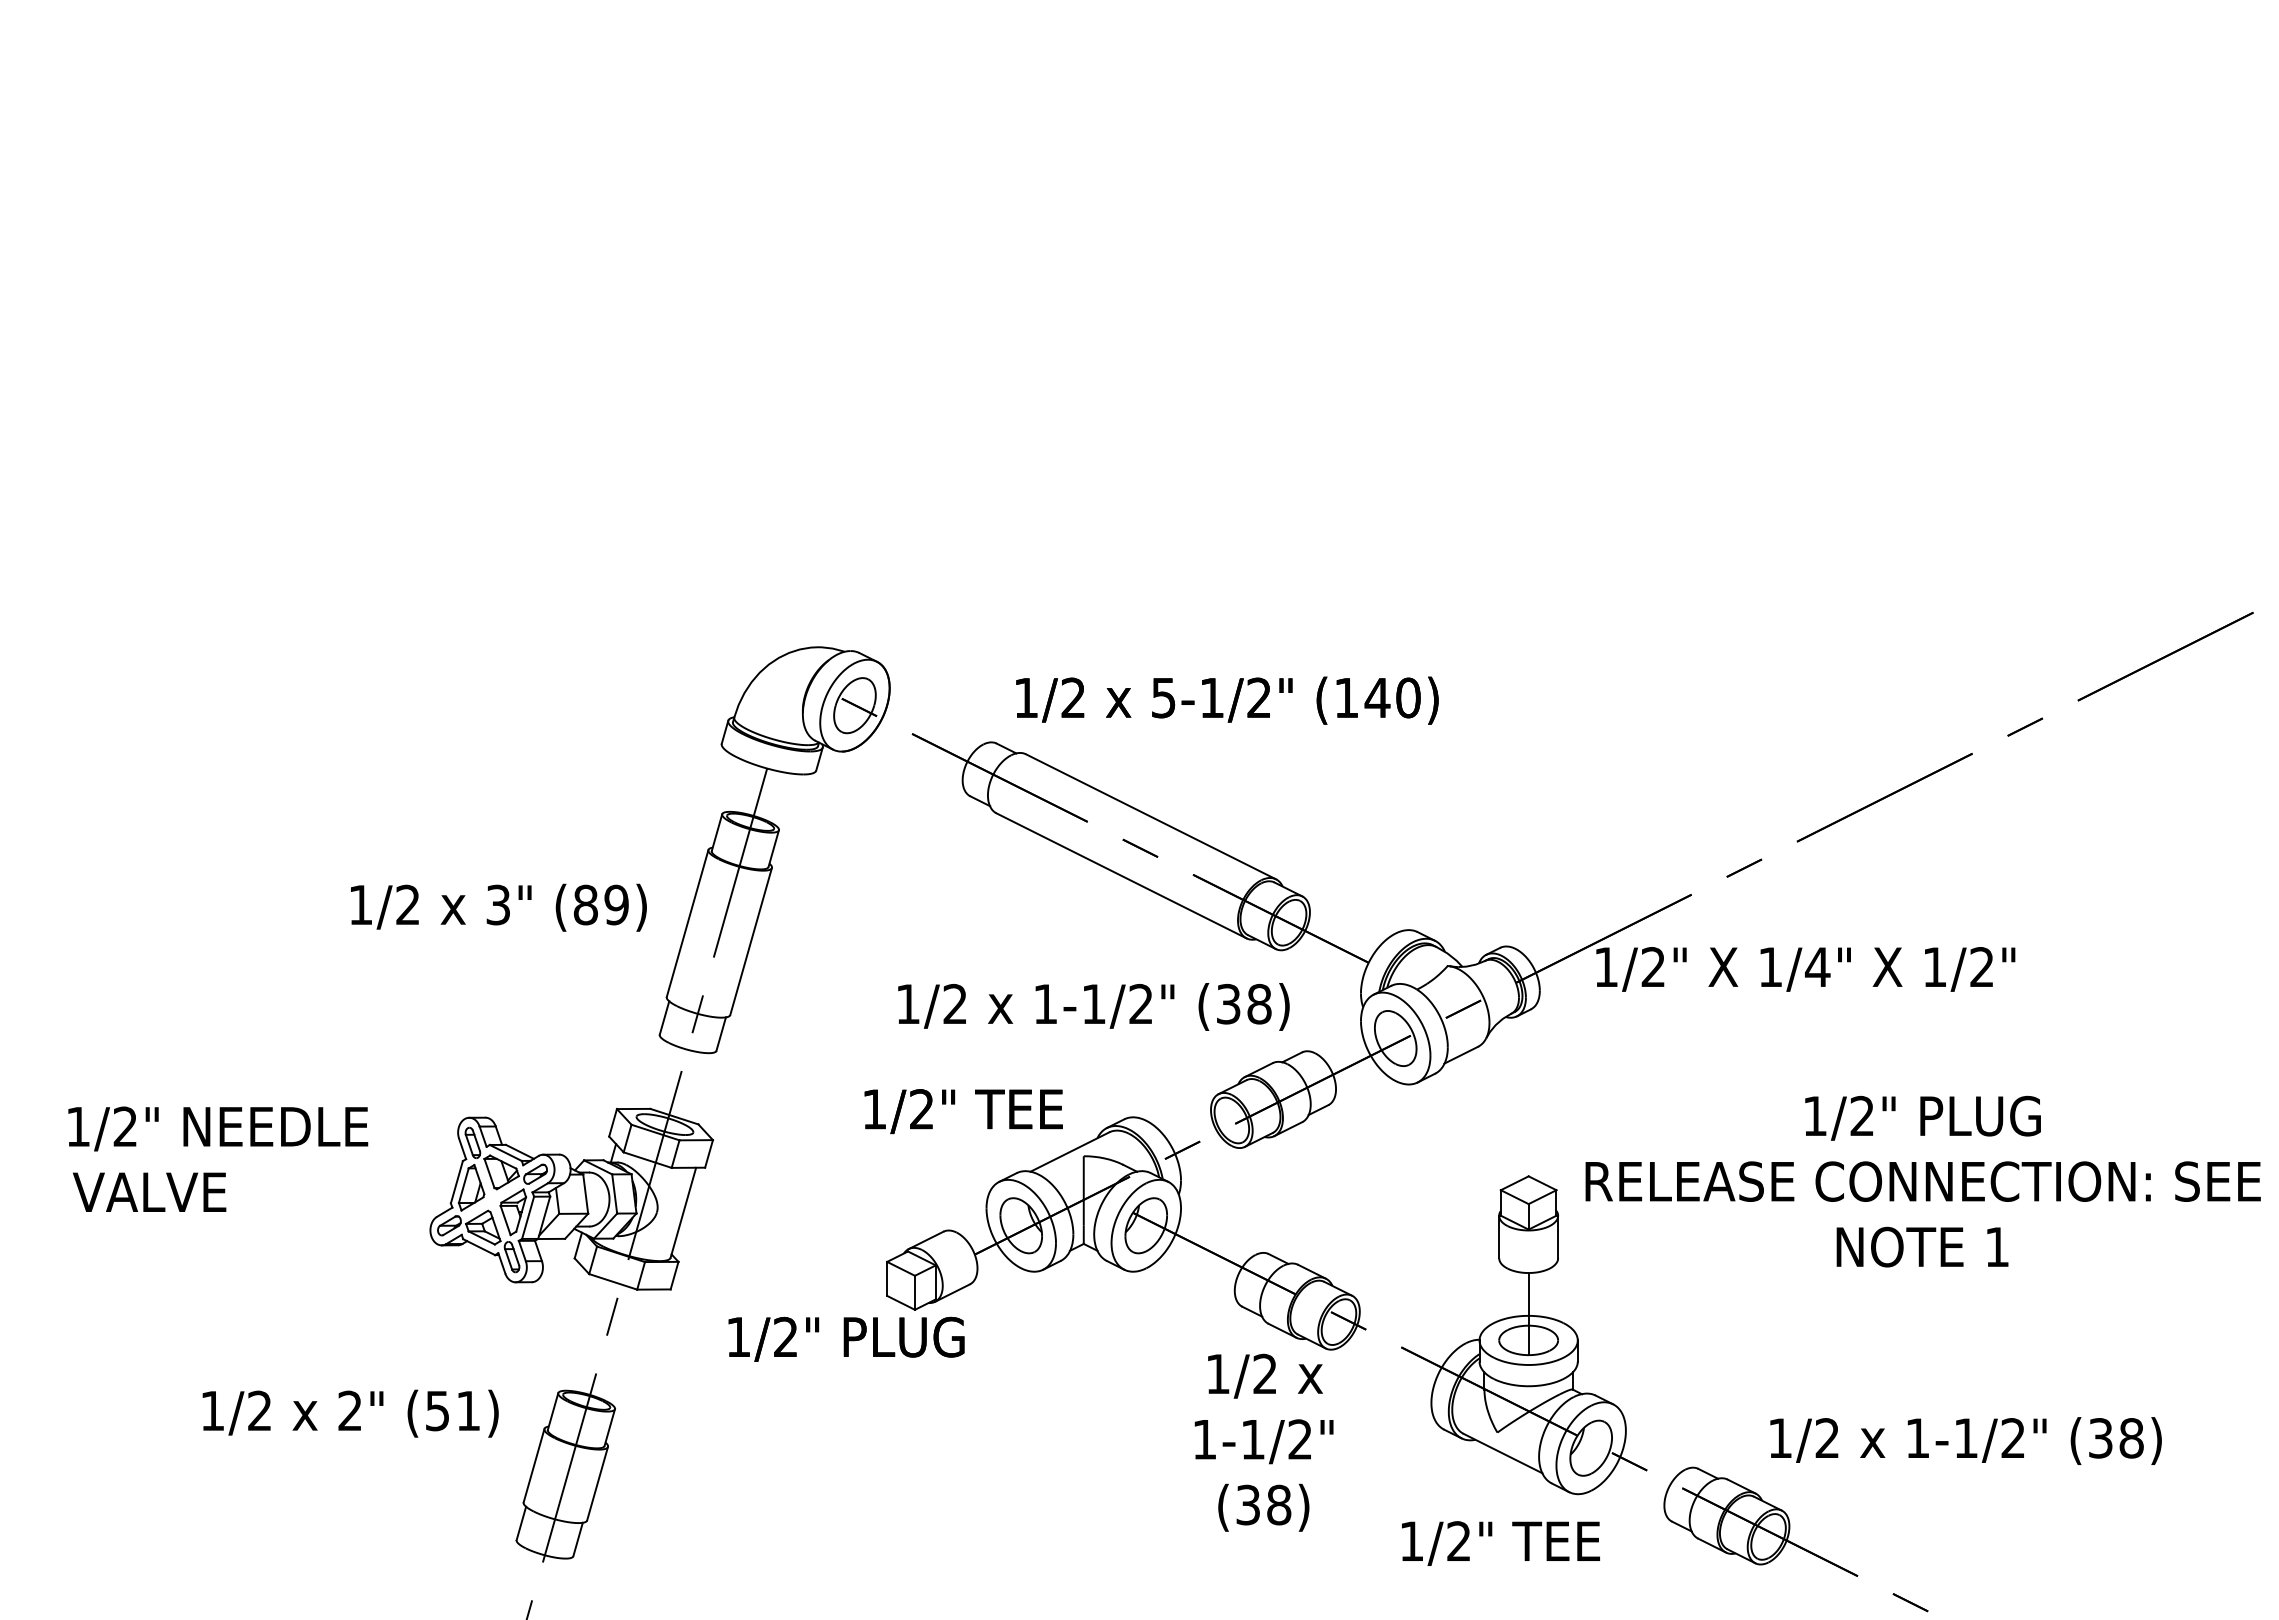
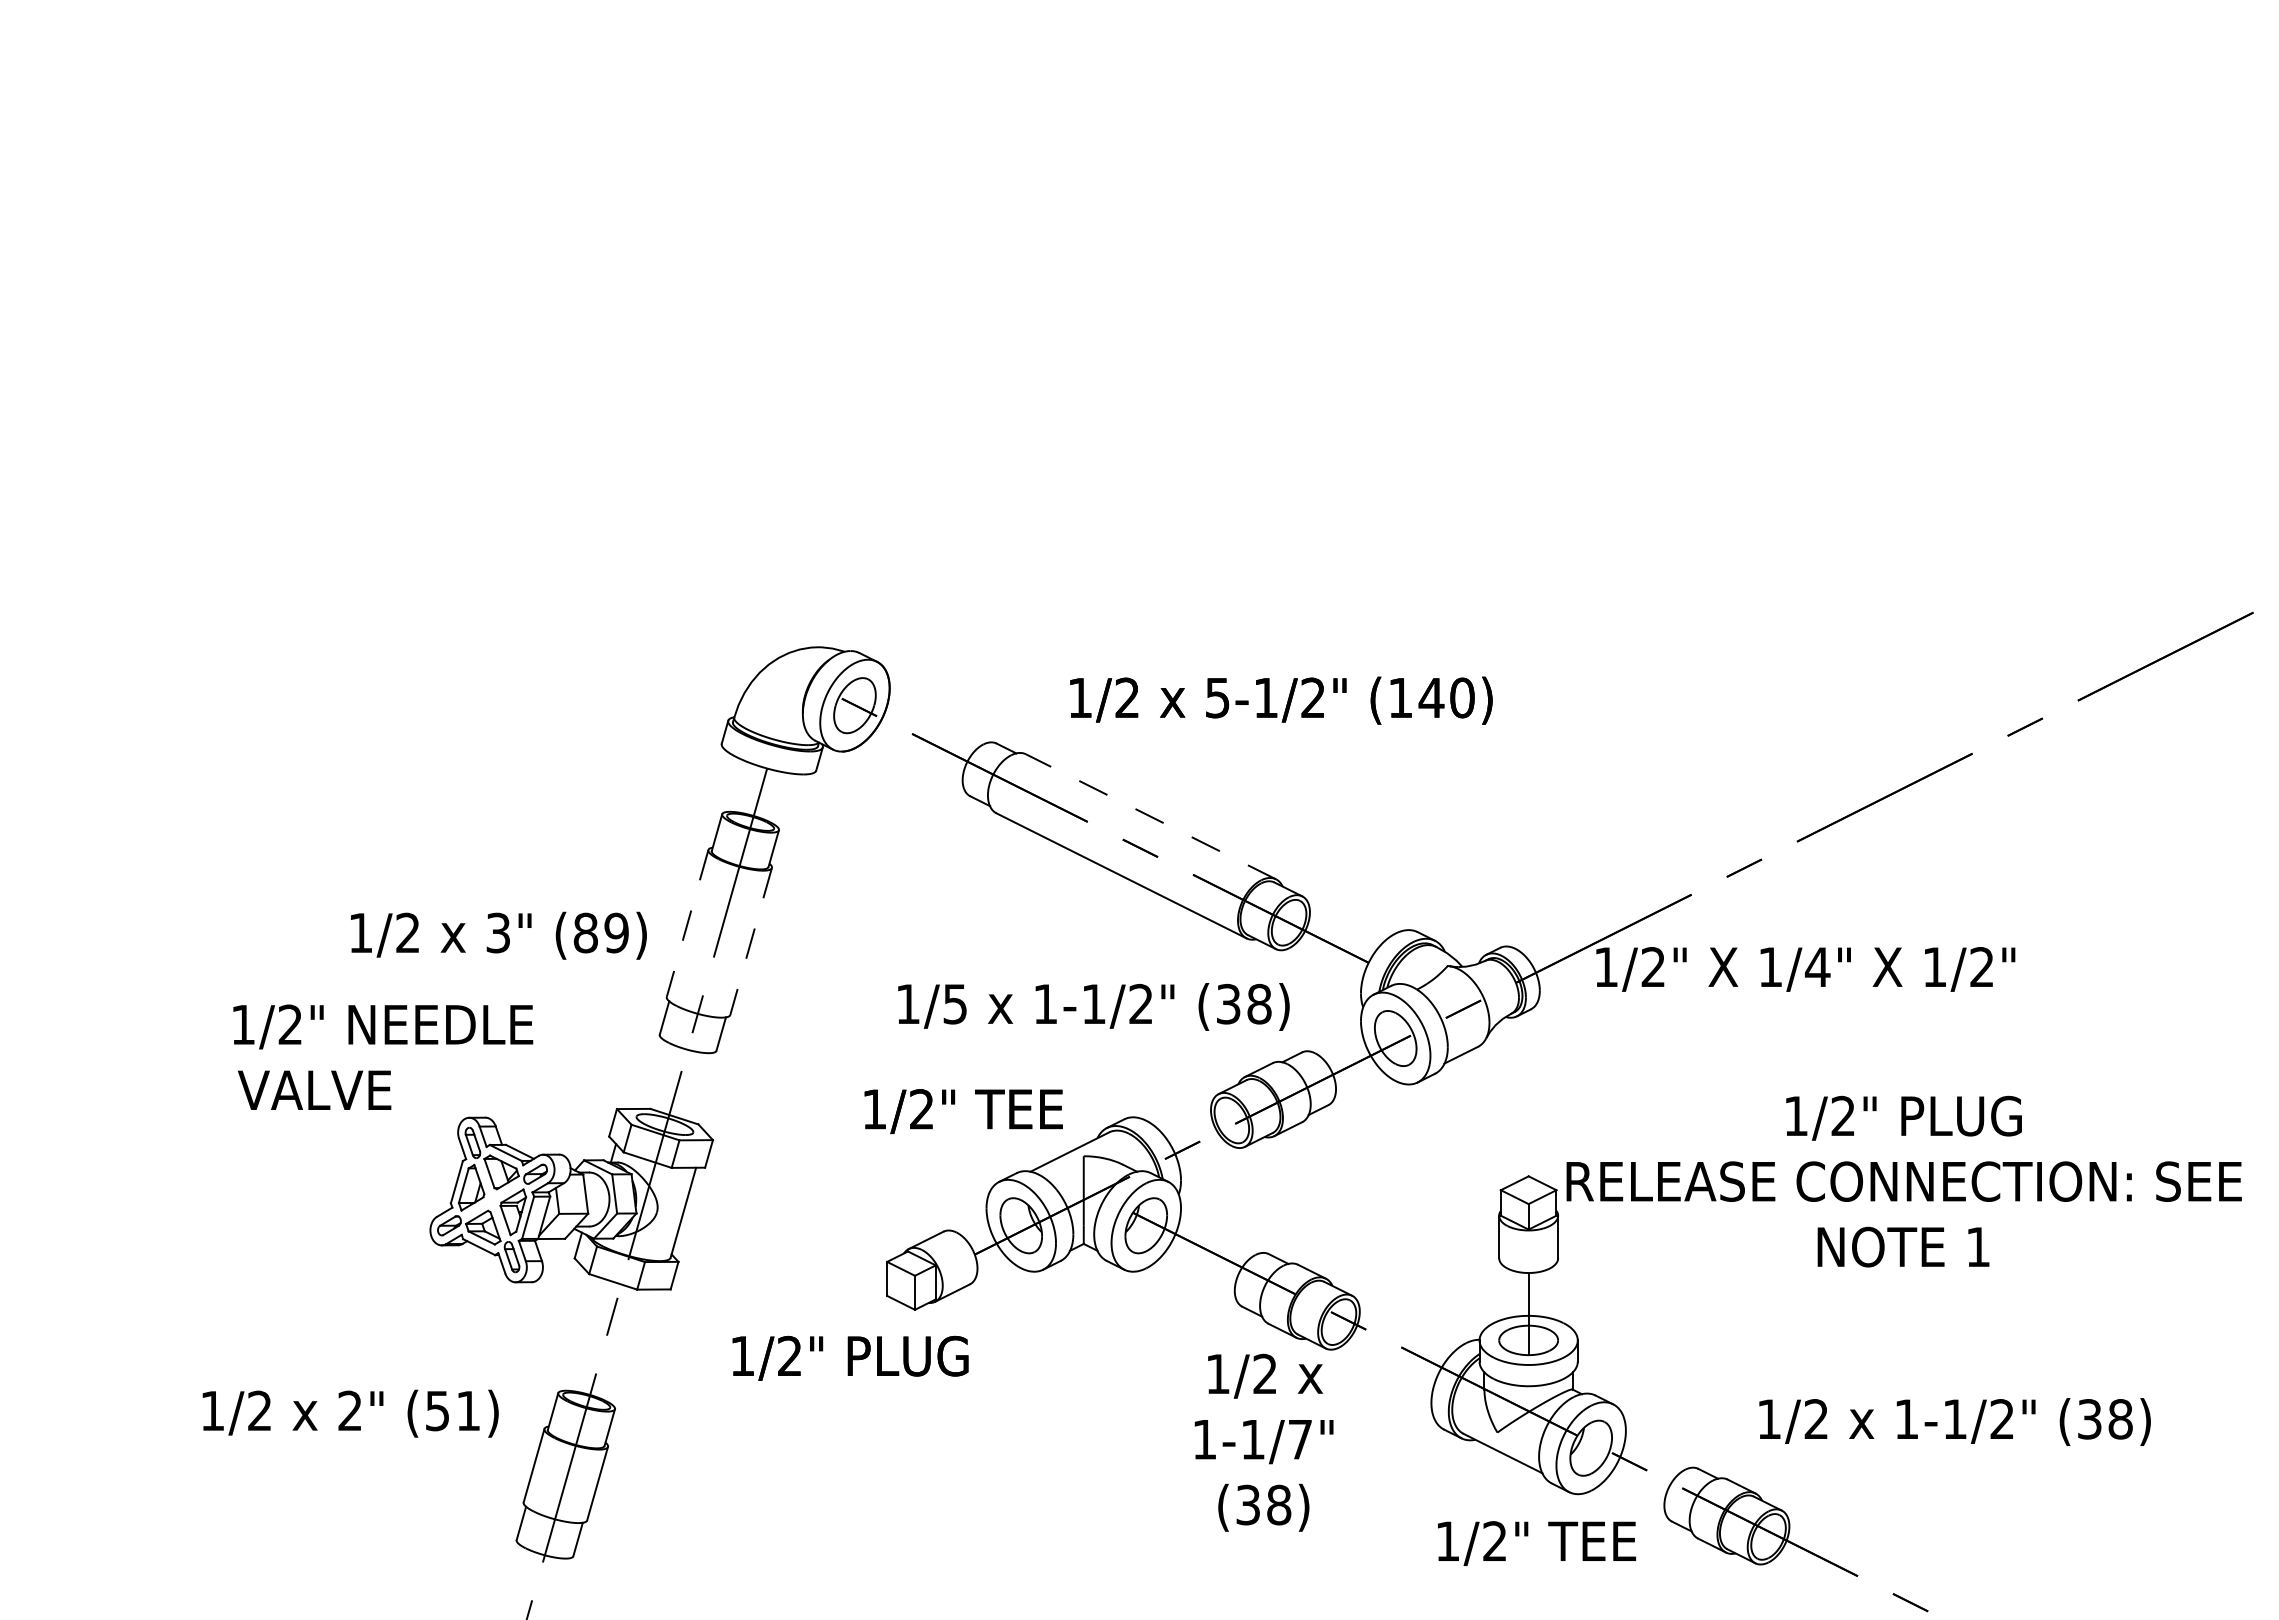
text at (1227, 700) position: (1227, 700) -> (1281, 700)
line at (1151, 816): solid -> dashed
text at (498, 907) position: (498, 907) -> (498, 935)
line at (687, 924): solid -> dashed
line at (750, 941): solid -> dashed
text at (954, 1003): 1/2 -> 1/5
text at (218, 1158) position: (218, 1158) -> (383, 1056)
text at (1922, 1181) position: (1922, 1181) -> (1903, 1181)
text at (846, 1338) position: (846, 1338) -> (850, 1357)
text at (1299, 1439): 1-1/2" -> 1-1/7"
text at (1965, 1440) position: (1965, 1440) -> (1954, 1421)
text at (1500, 1543) position: (1500, 1543) -> (1536, 1543)
